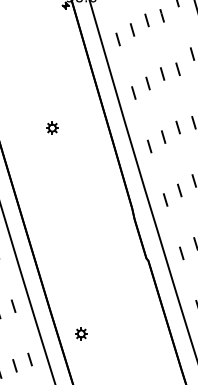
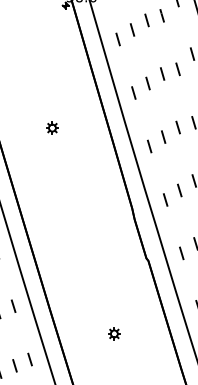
part at (81, 333) position: (81, 333) -> (114, 333)
